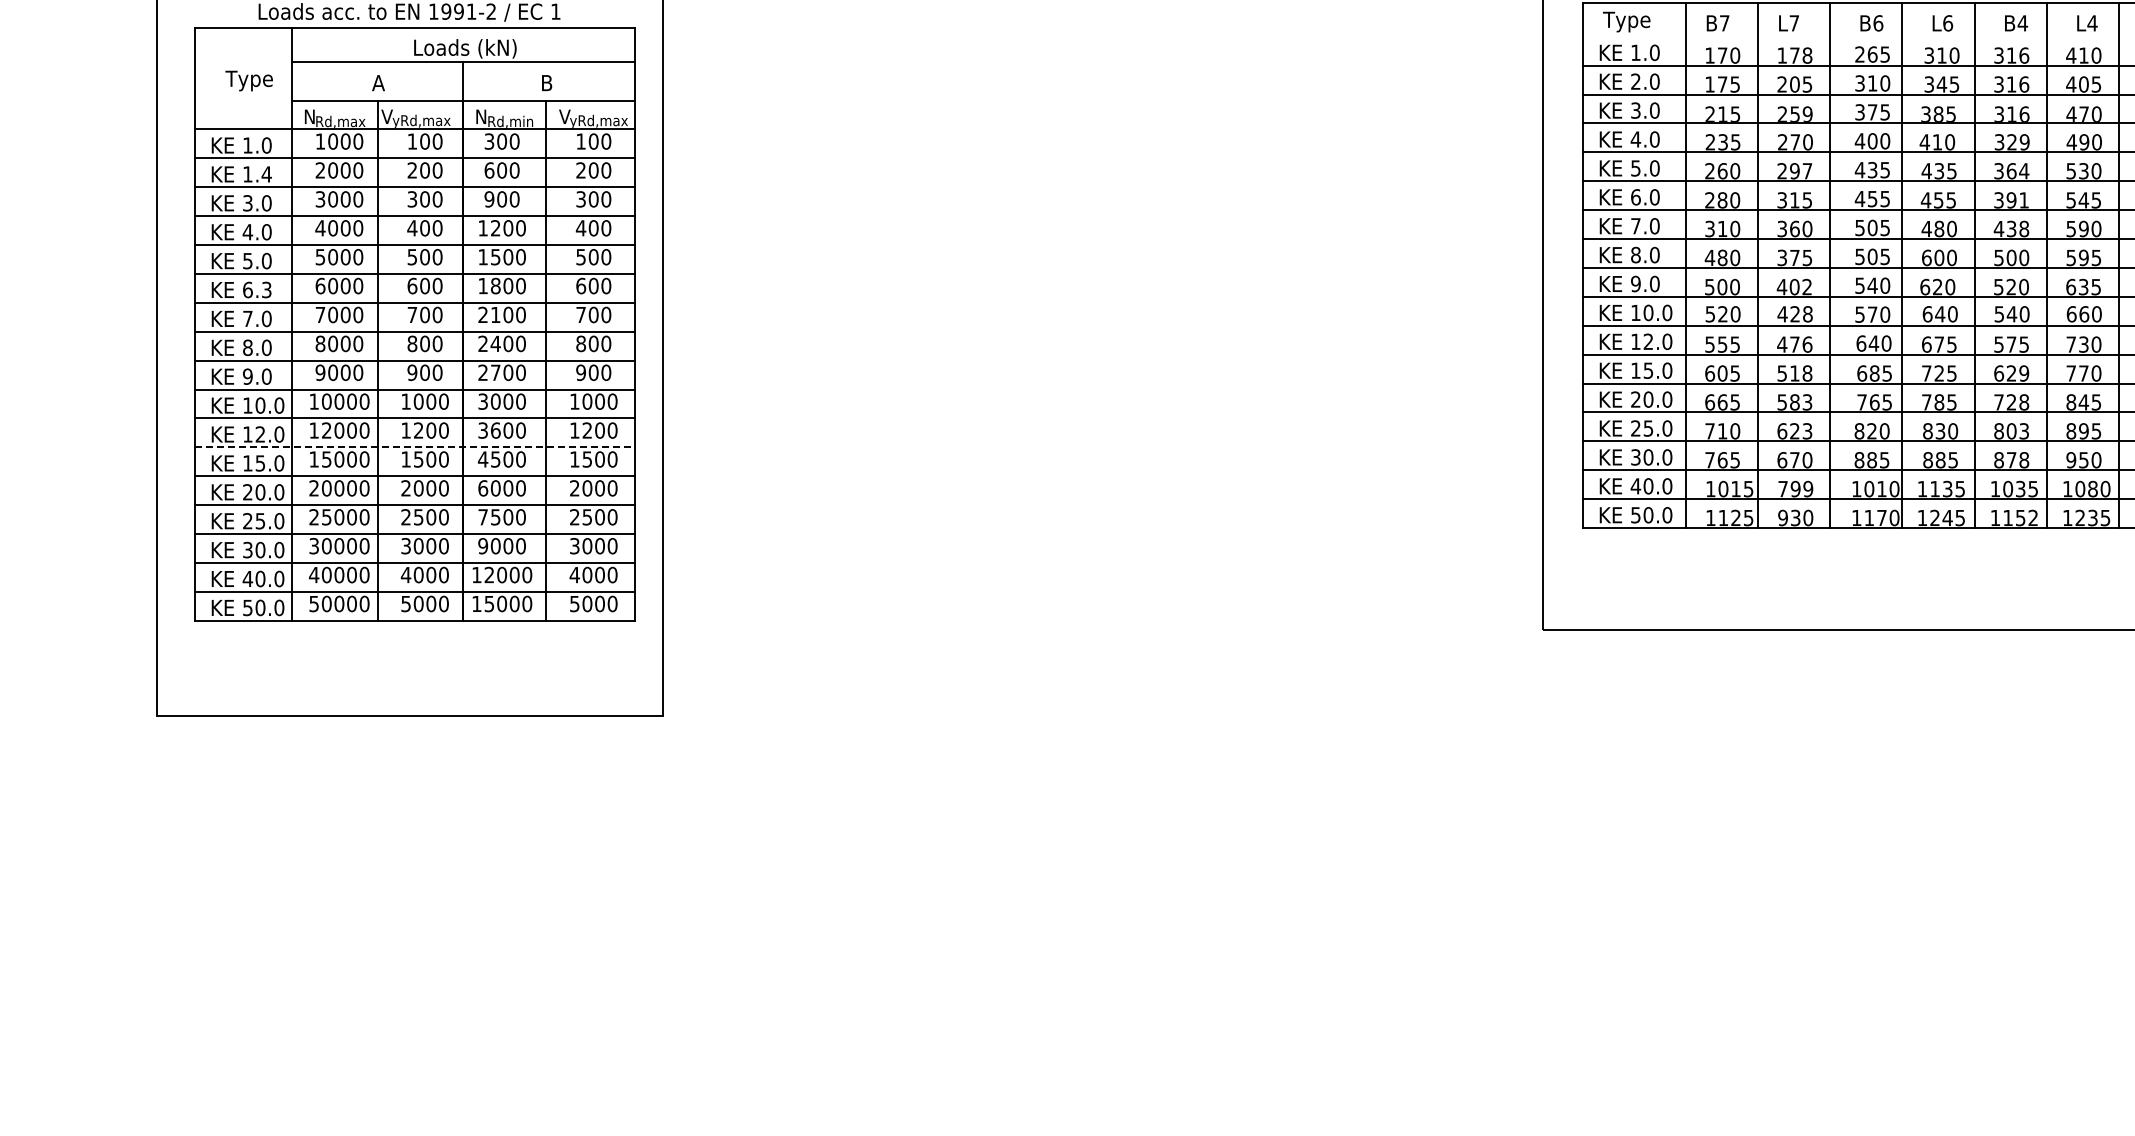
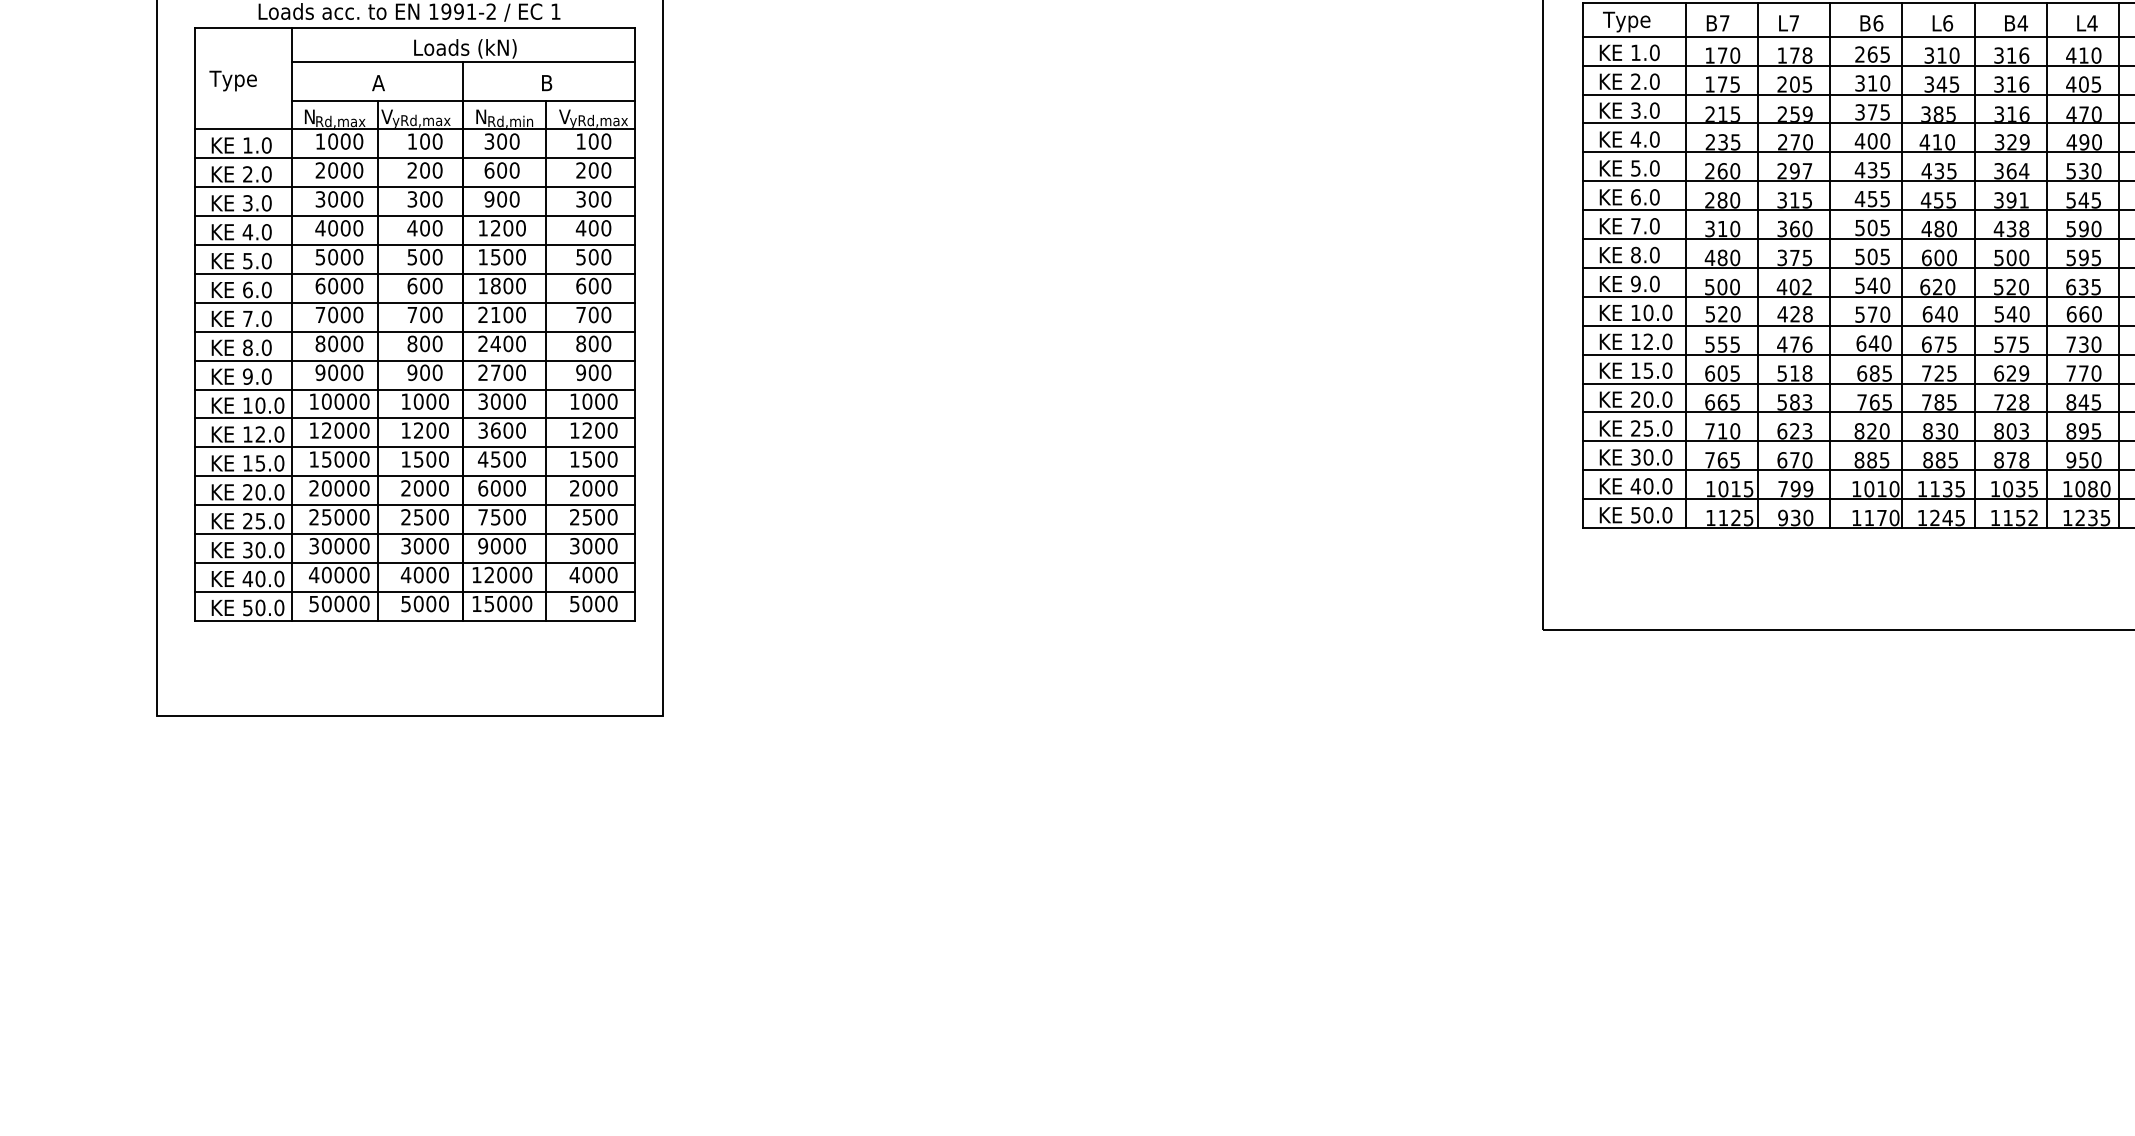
line at (1857, 36): none -> present
text at (248, 80) position: (248, 80) -> (232, 80)
text at (257, 174): 1.4 -> 2.0
text at (266, 289): 6.3 -> 6.0
line at (414, 447): dashed -> solid
